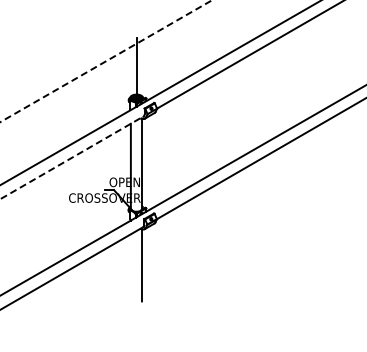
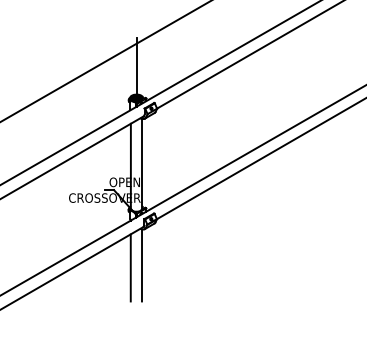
line at (106, 60): dashed -> solid
line at (72, 157): dashed -> solid
line at (130, 267): none -> present
